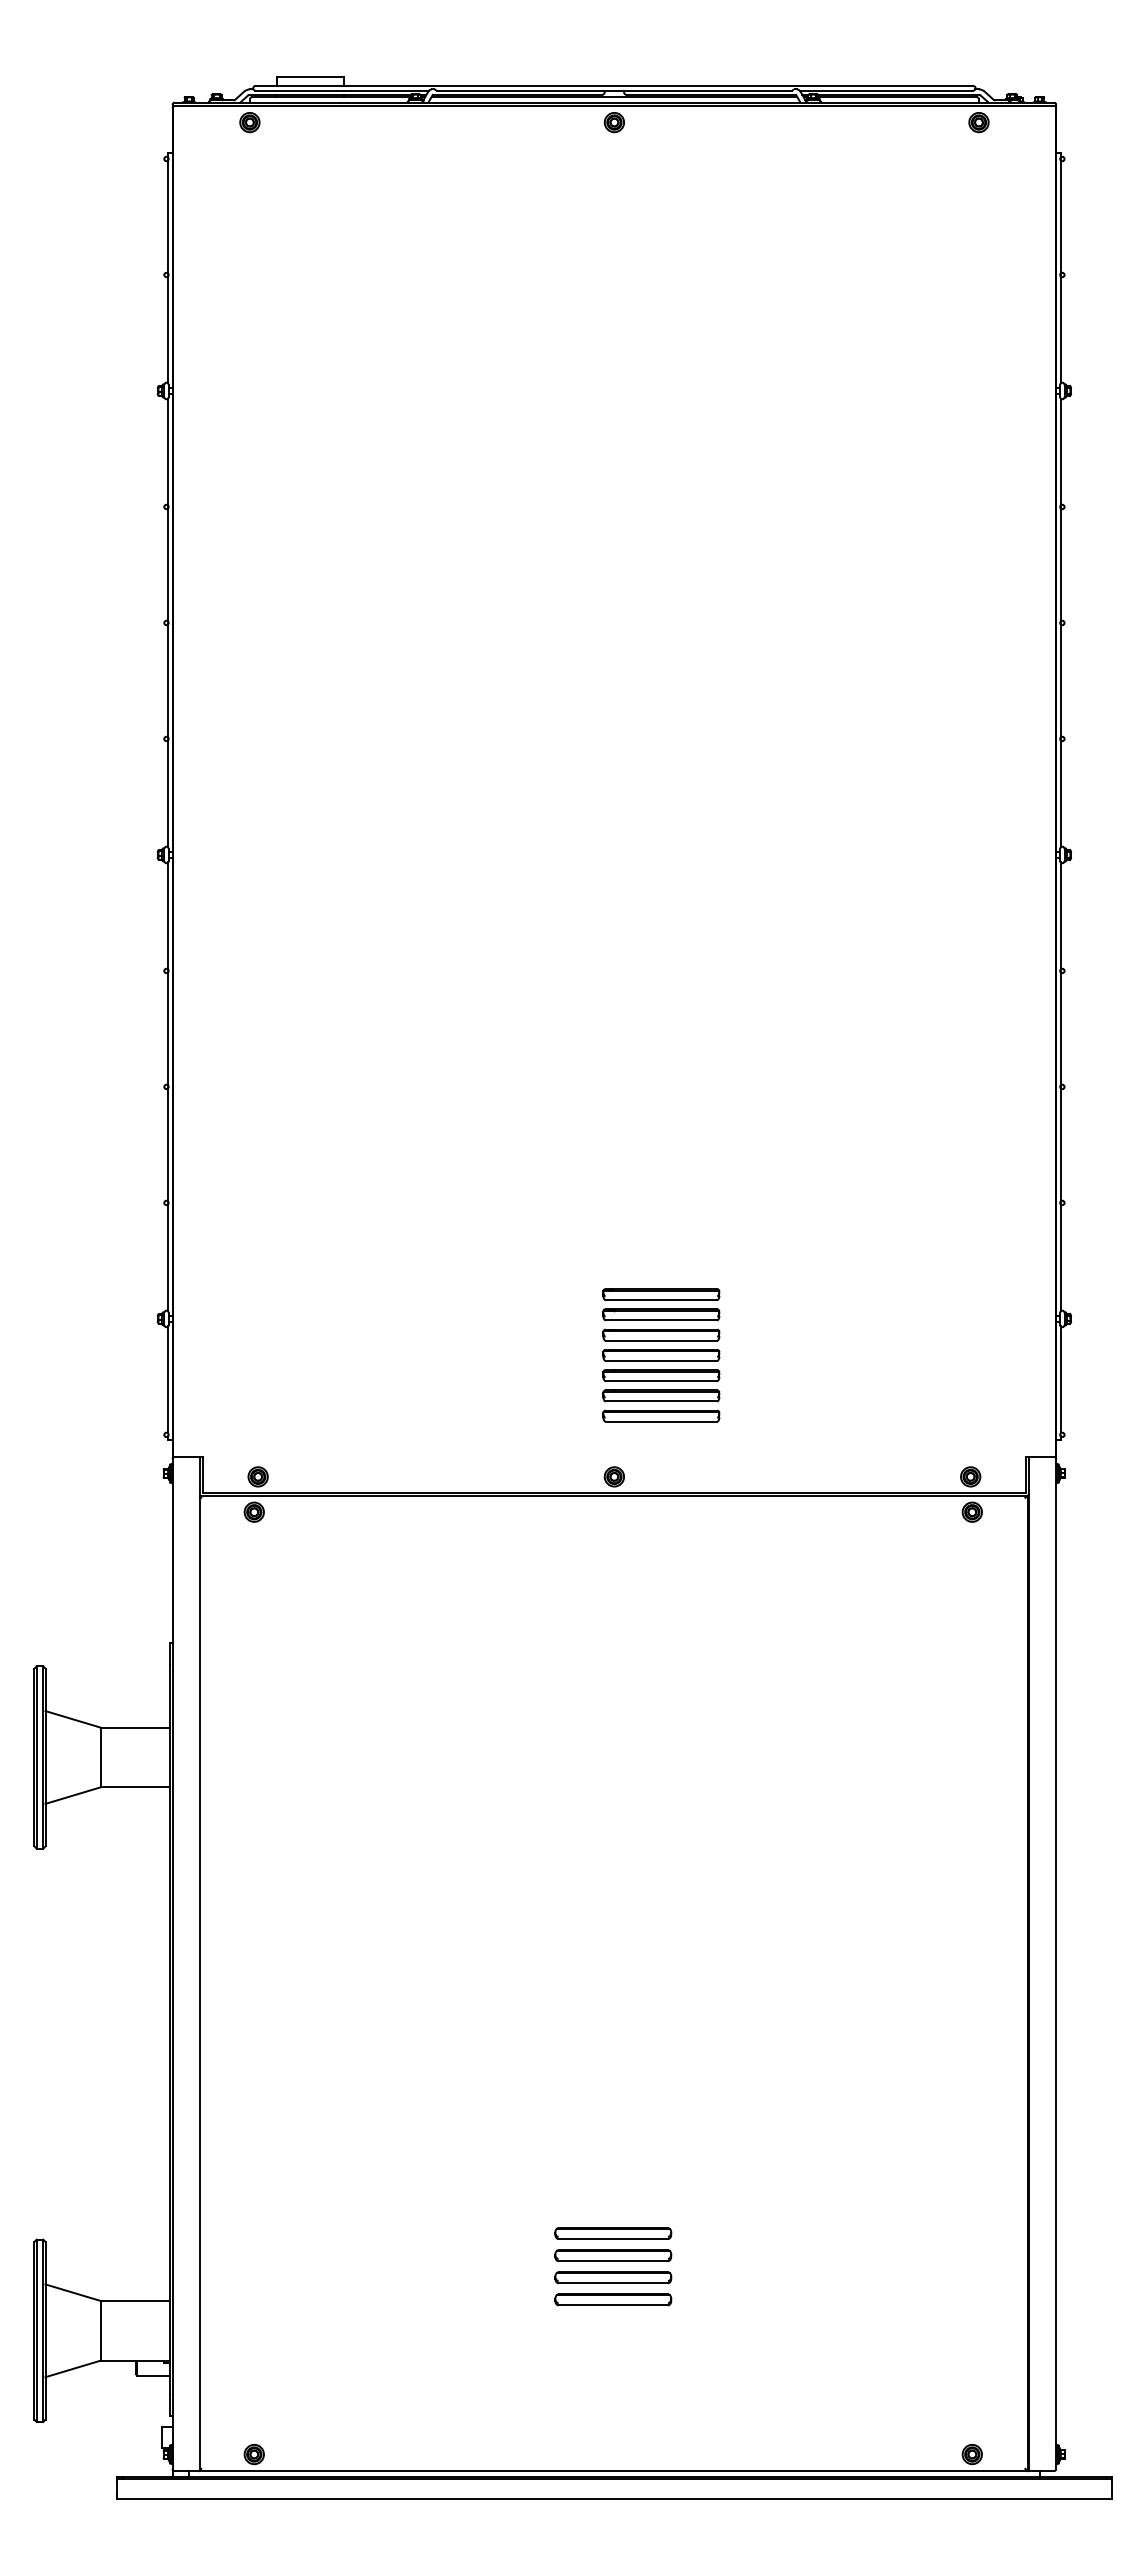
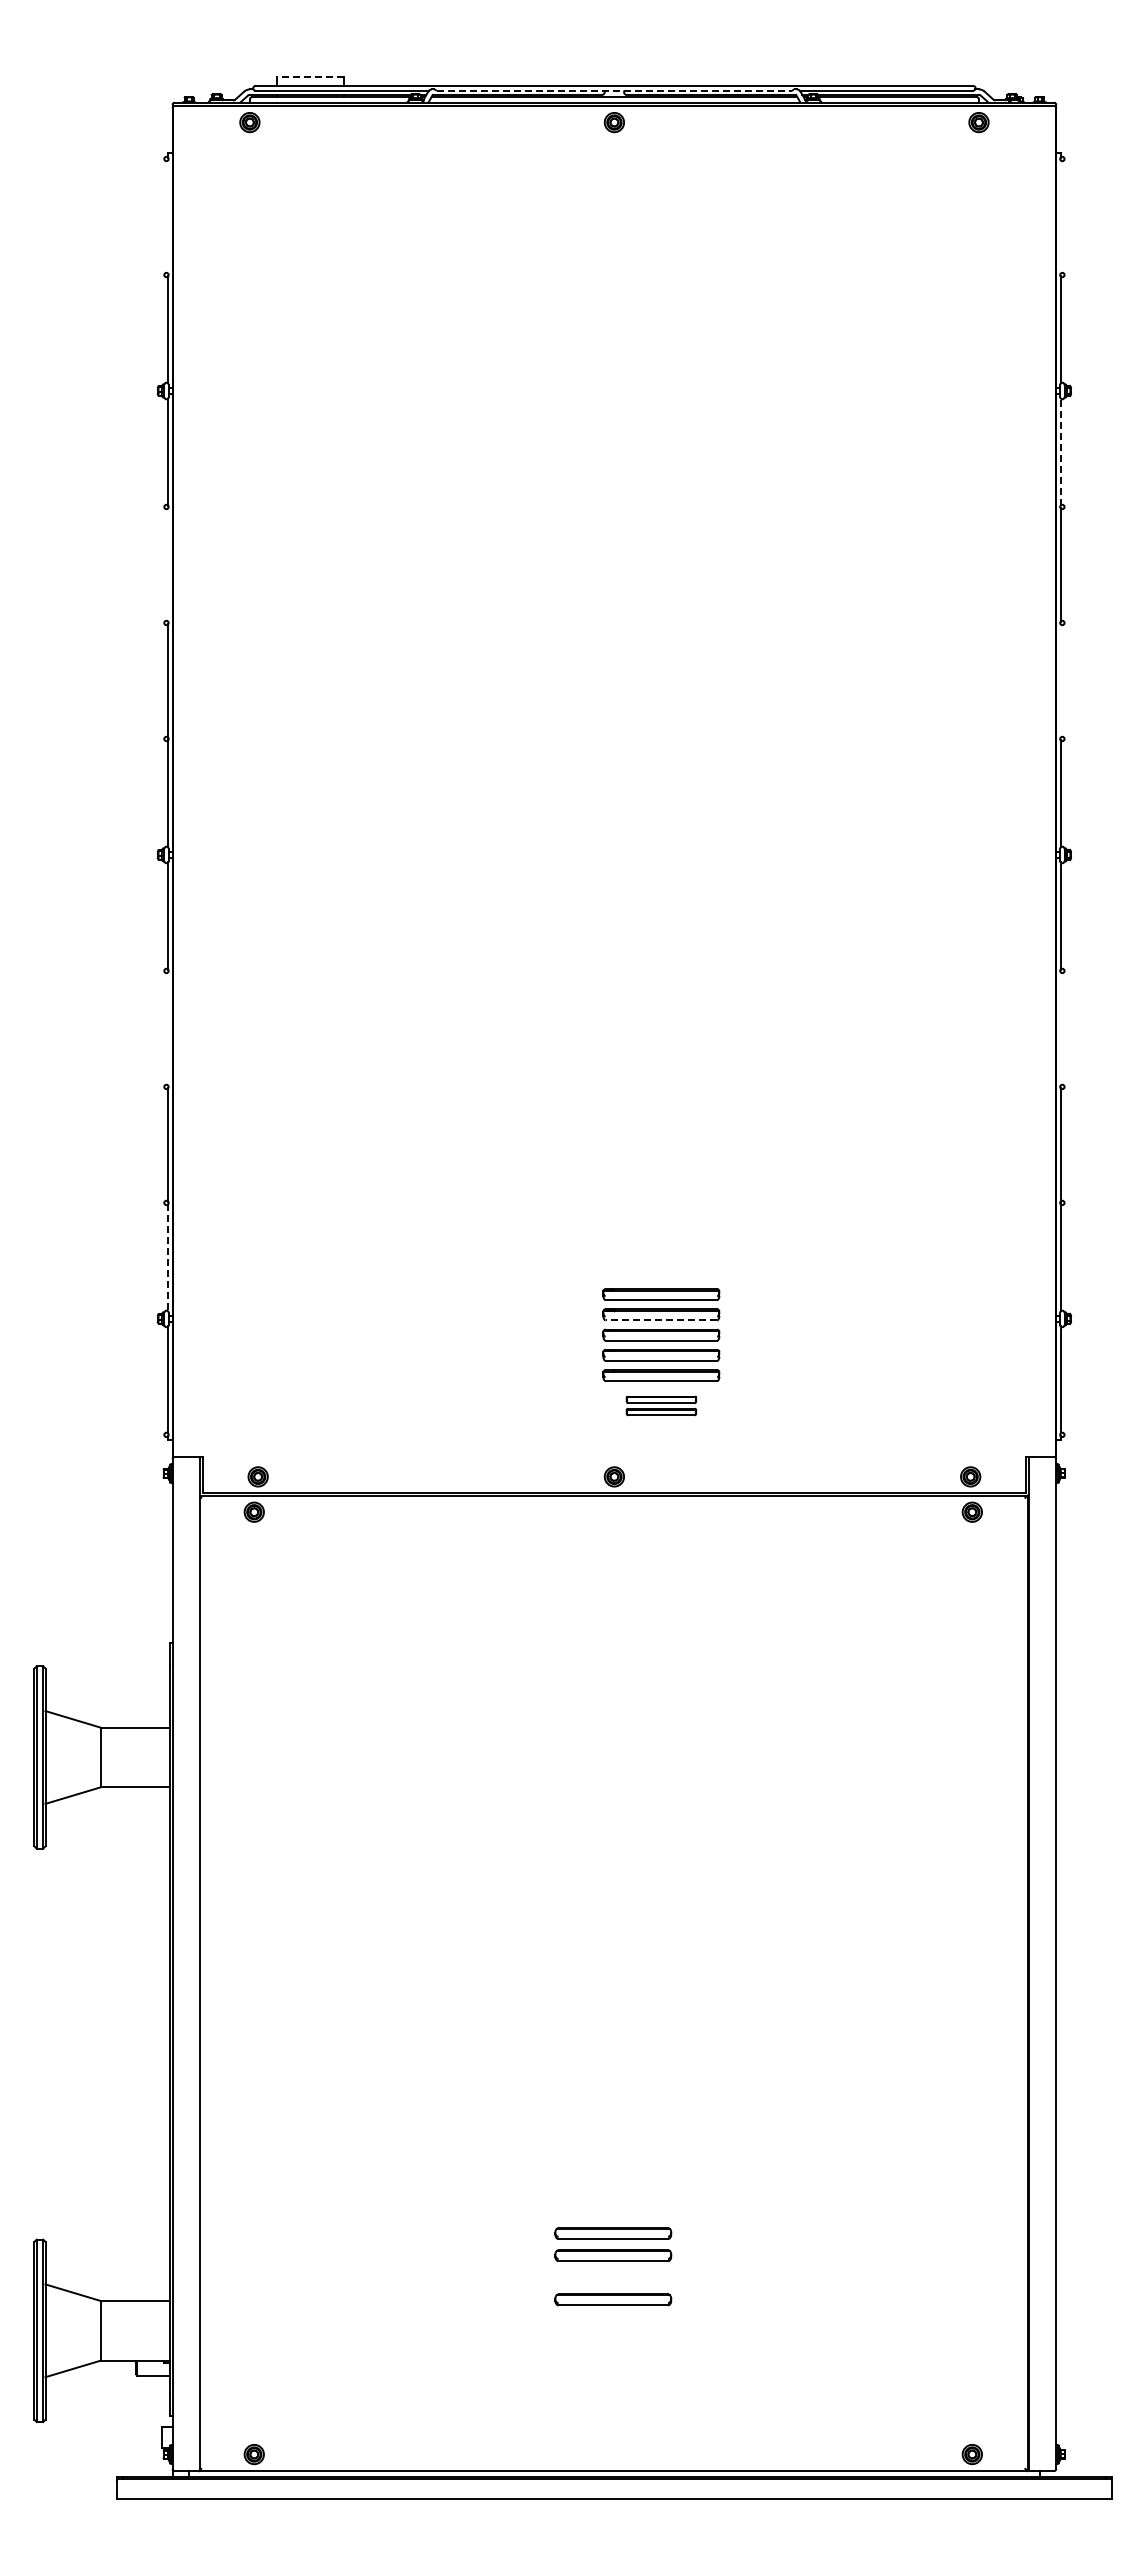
line at (310, 77): solid -> dashed
line at (614, 90): solid -> dashed
line at (168, 216): present -> none
line at (1060, 216): present -> none
line at (1060, 452): solid -> dashed
line at (168, 564): present -> none
line at (1060, 680): present -> none
line at (168, 1028): present -> none
line at (1060, 1028): present -> none
line at (168, 1257): solid -> dashed
line at (661, 1320): solid -> dashed
part at (661, 1405) size: 119x34 px -> 73x22 px
part at (613, 2277): present -> none
